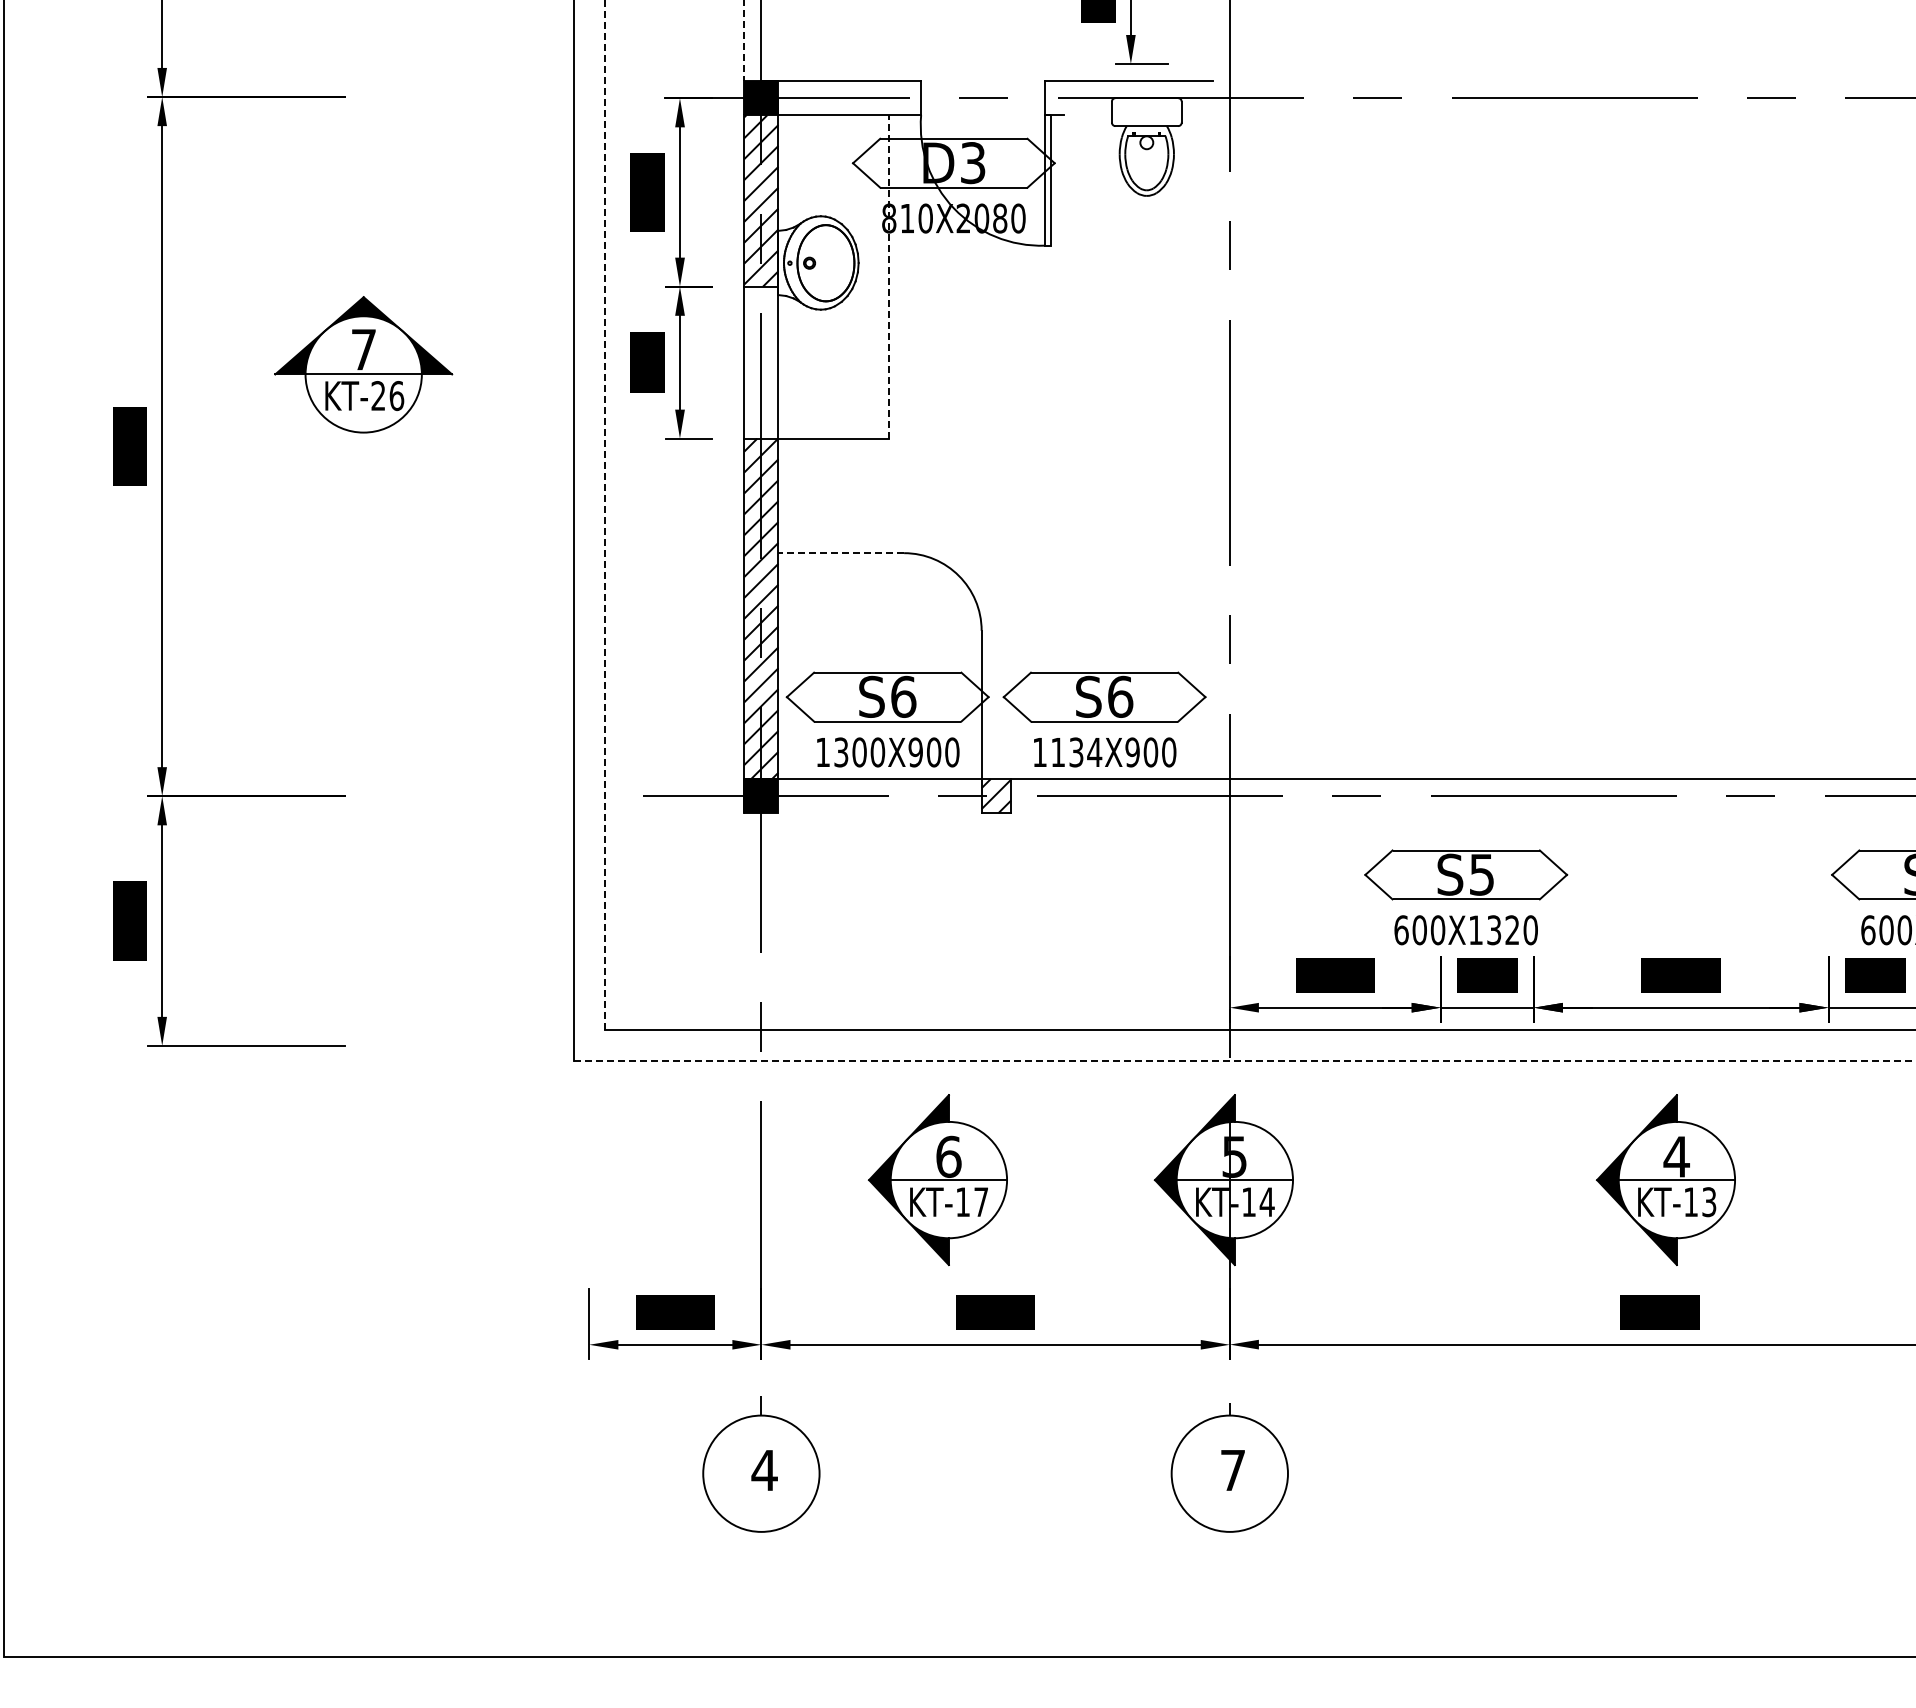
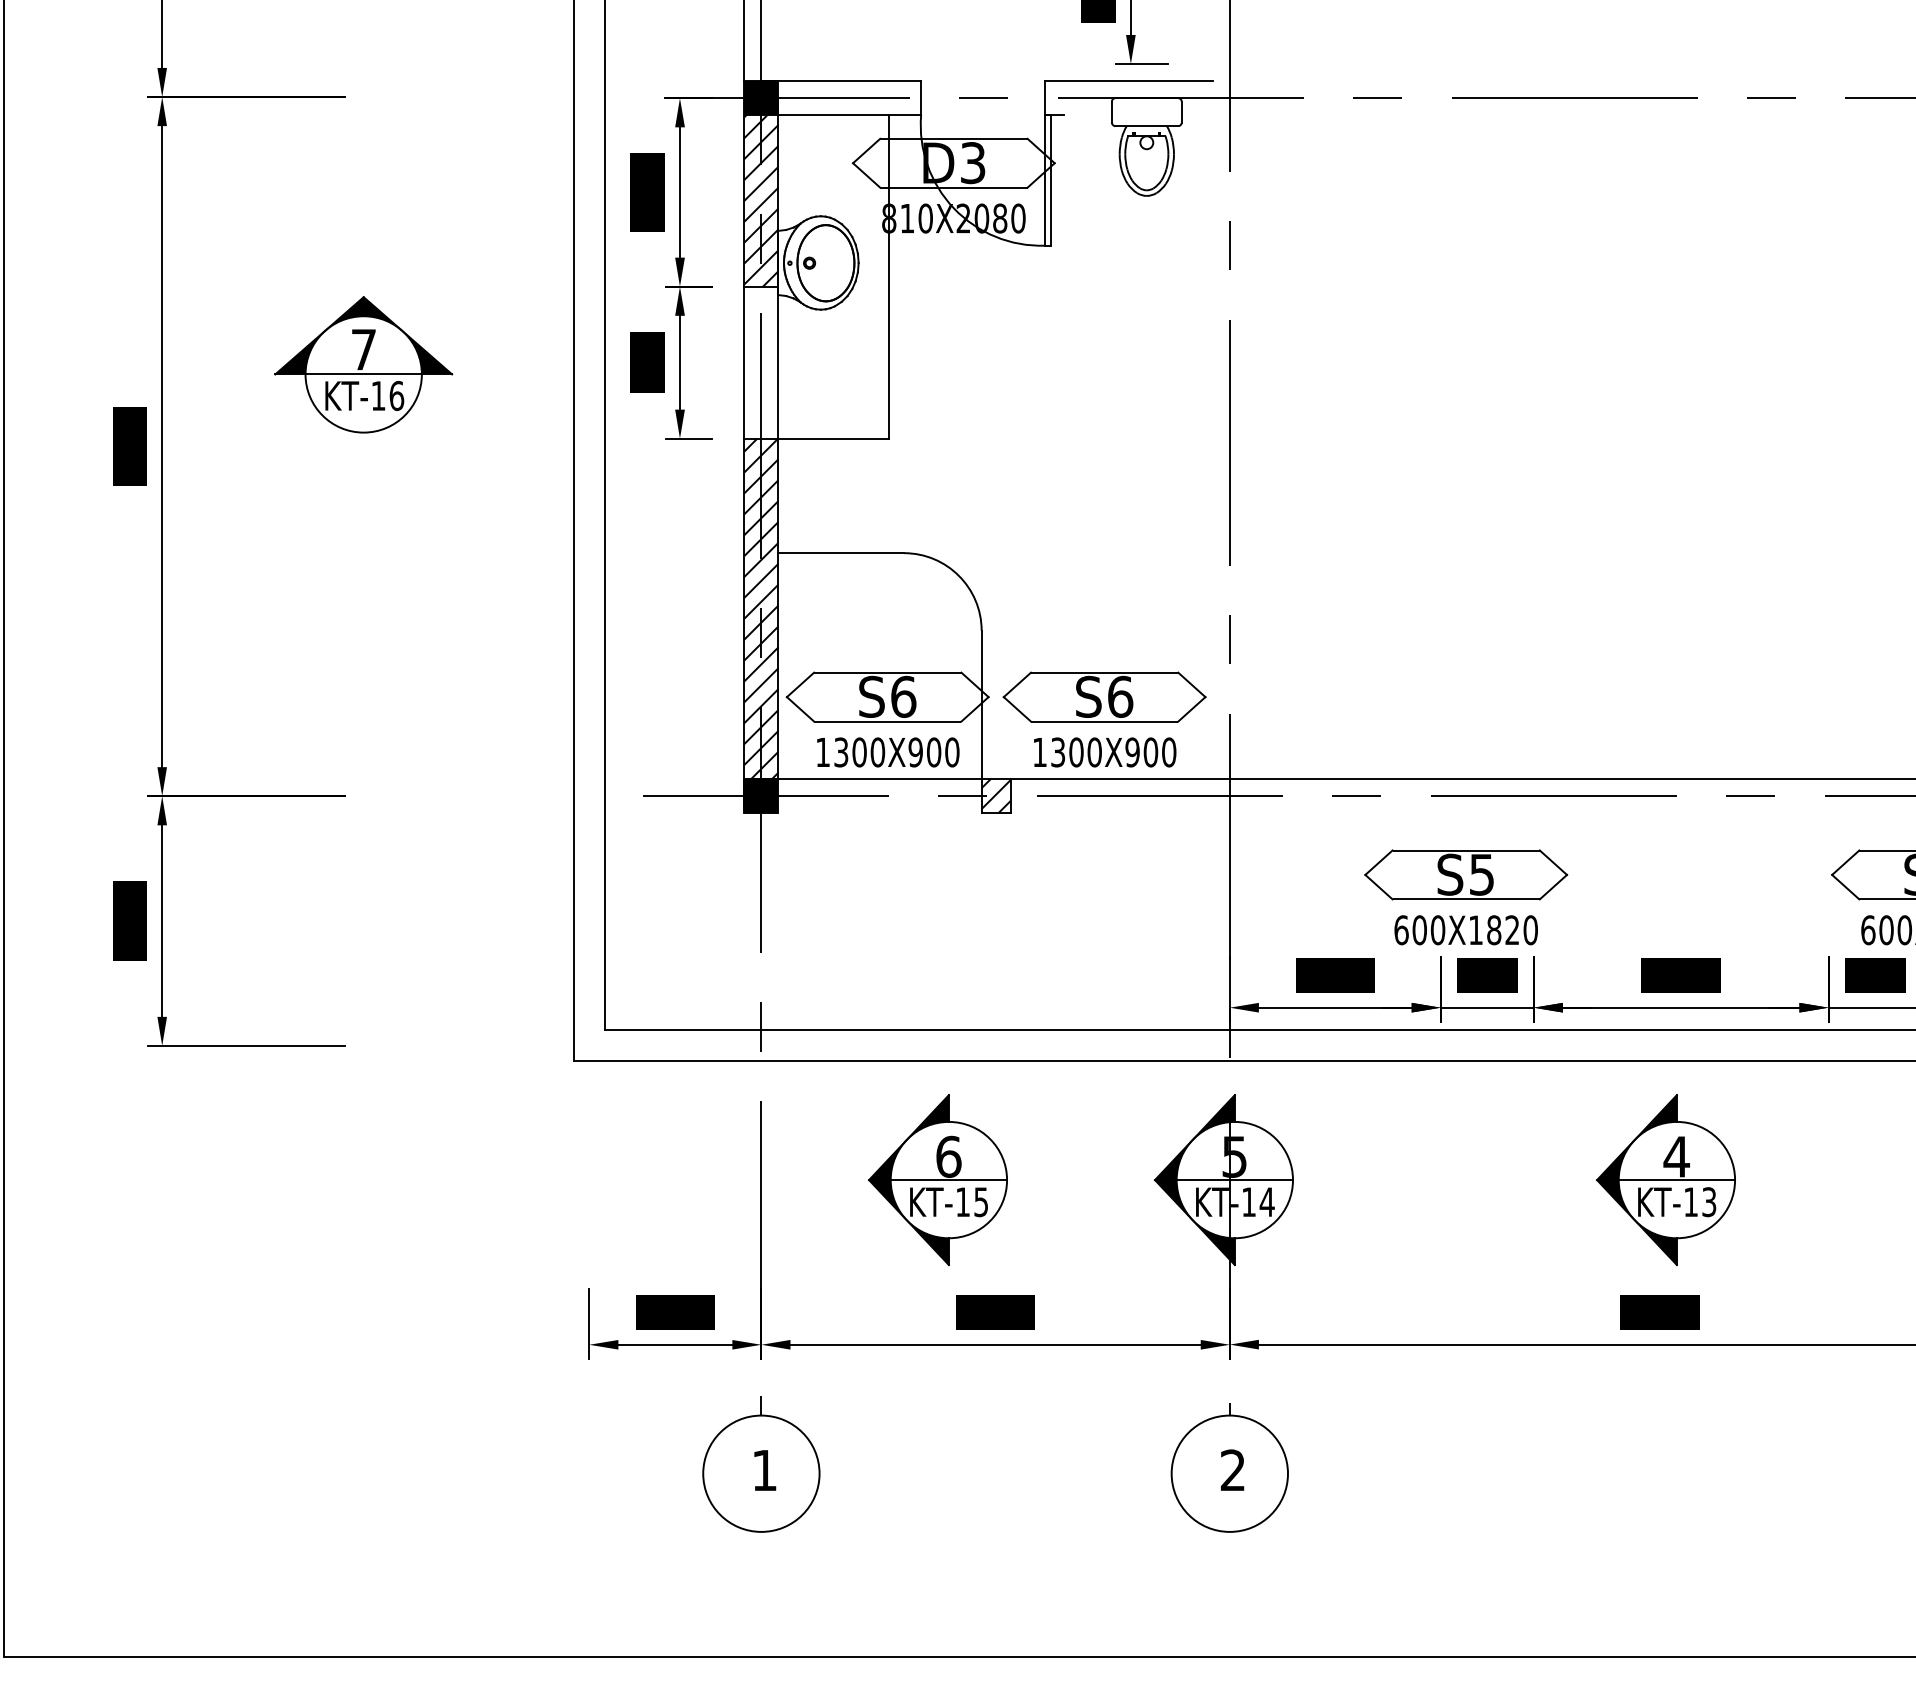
line at (744, 41): dashed -> solid
line at (889, 276): dashed -> solid
text at (378, 395): KT-26 -> KT-16
line at (604, 515): dashed -> solid
line at (841, 553): dashed -> solid
text at (1076, 752): 1134X900 -> 1300X900
text at (1494, 930): 600X1320 -> 600X1820
line at (1244, 1061): dashed -> solid
text at (980, 1202): KT-17 -> KT-15
text at (1232, 1469): 7 -> 2
text at (764, 1470): 4 -> 1
